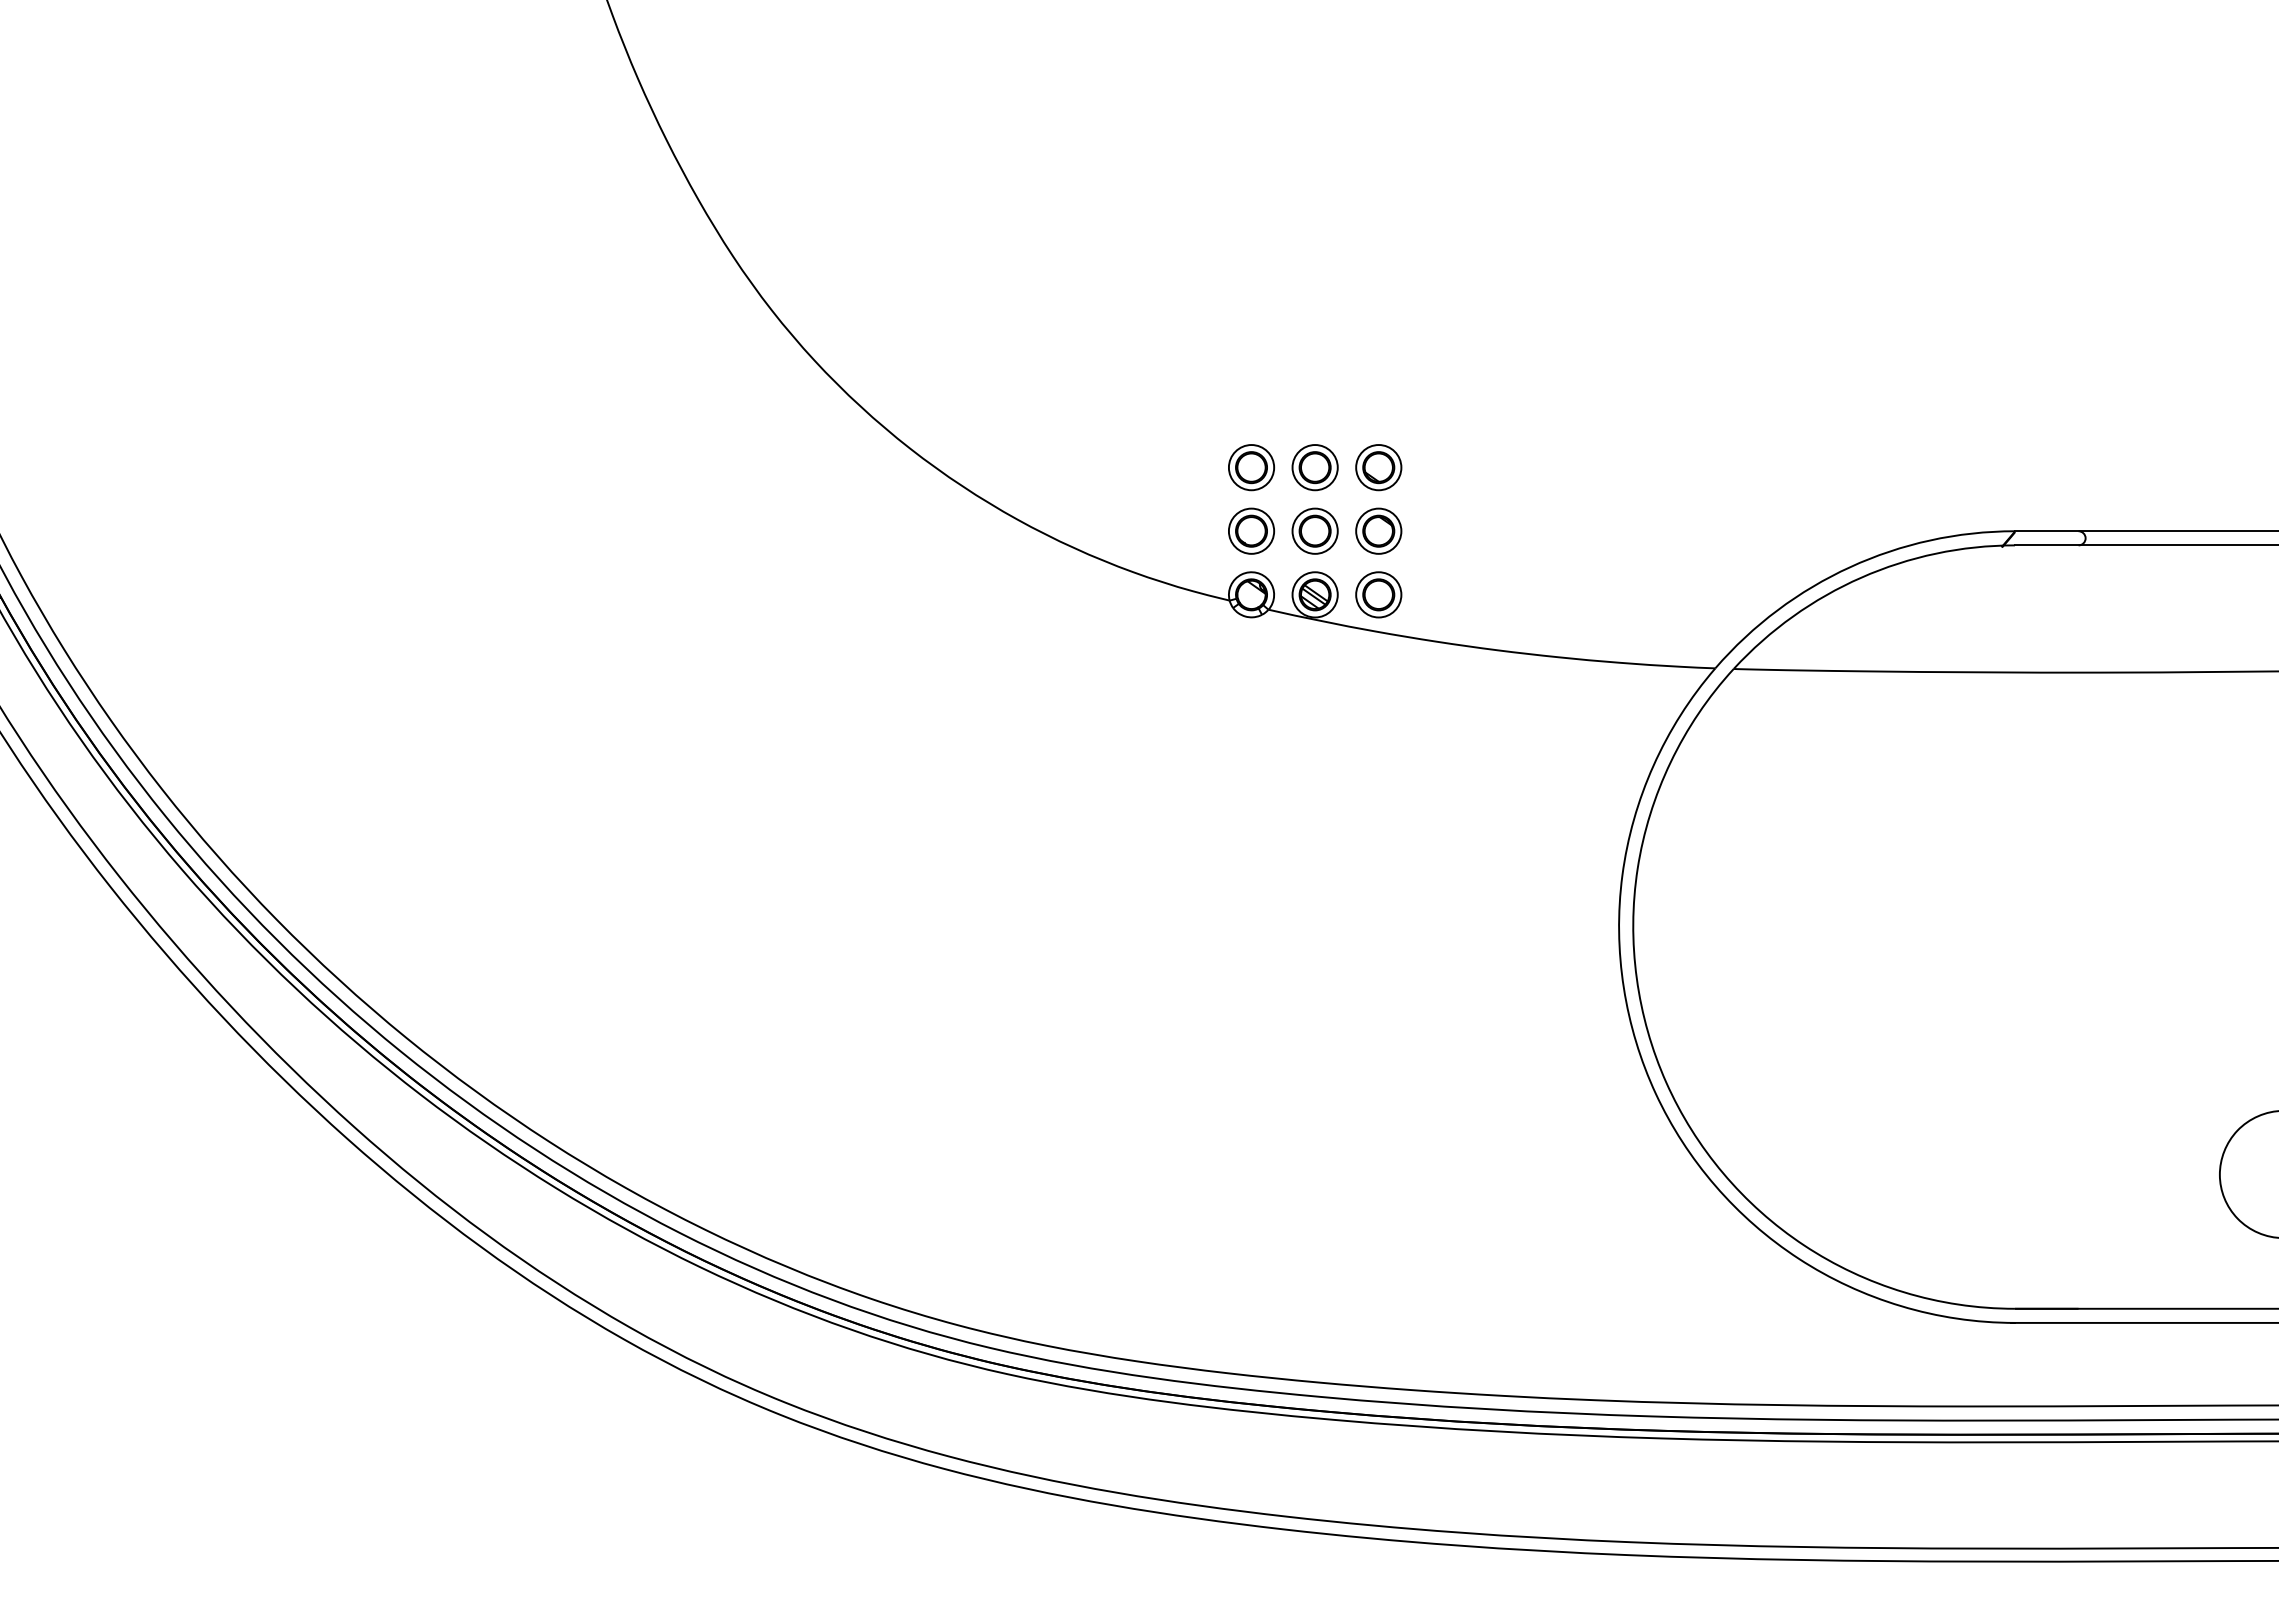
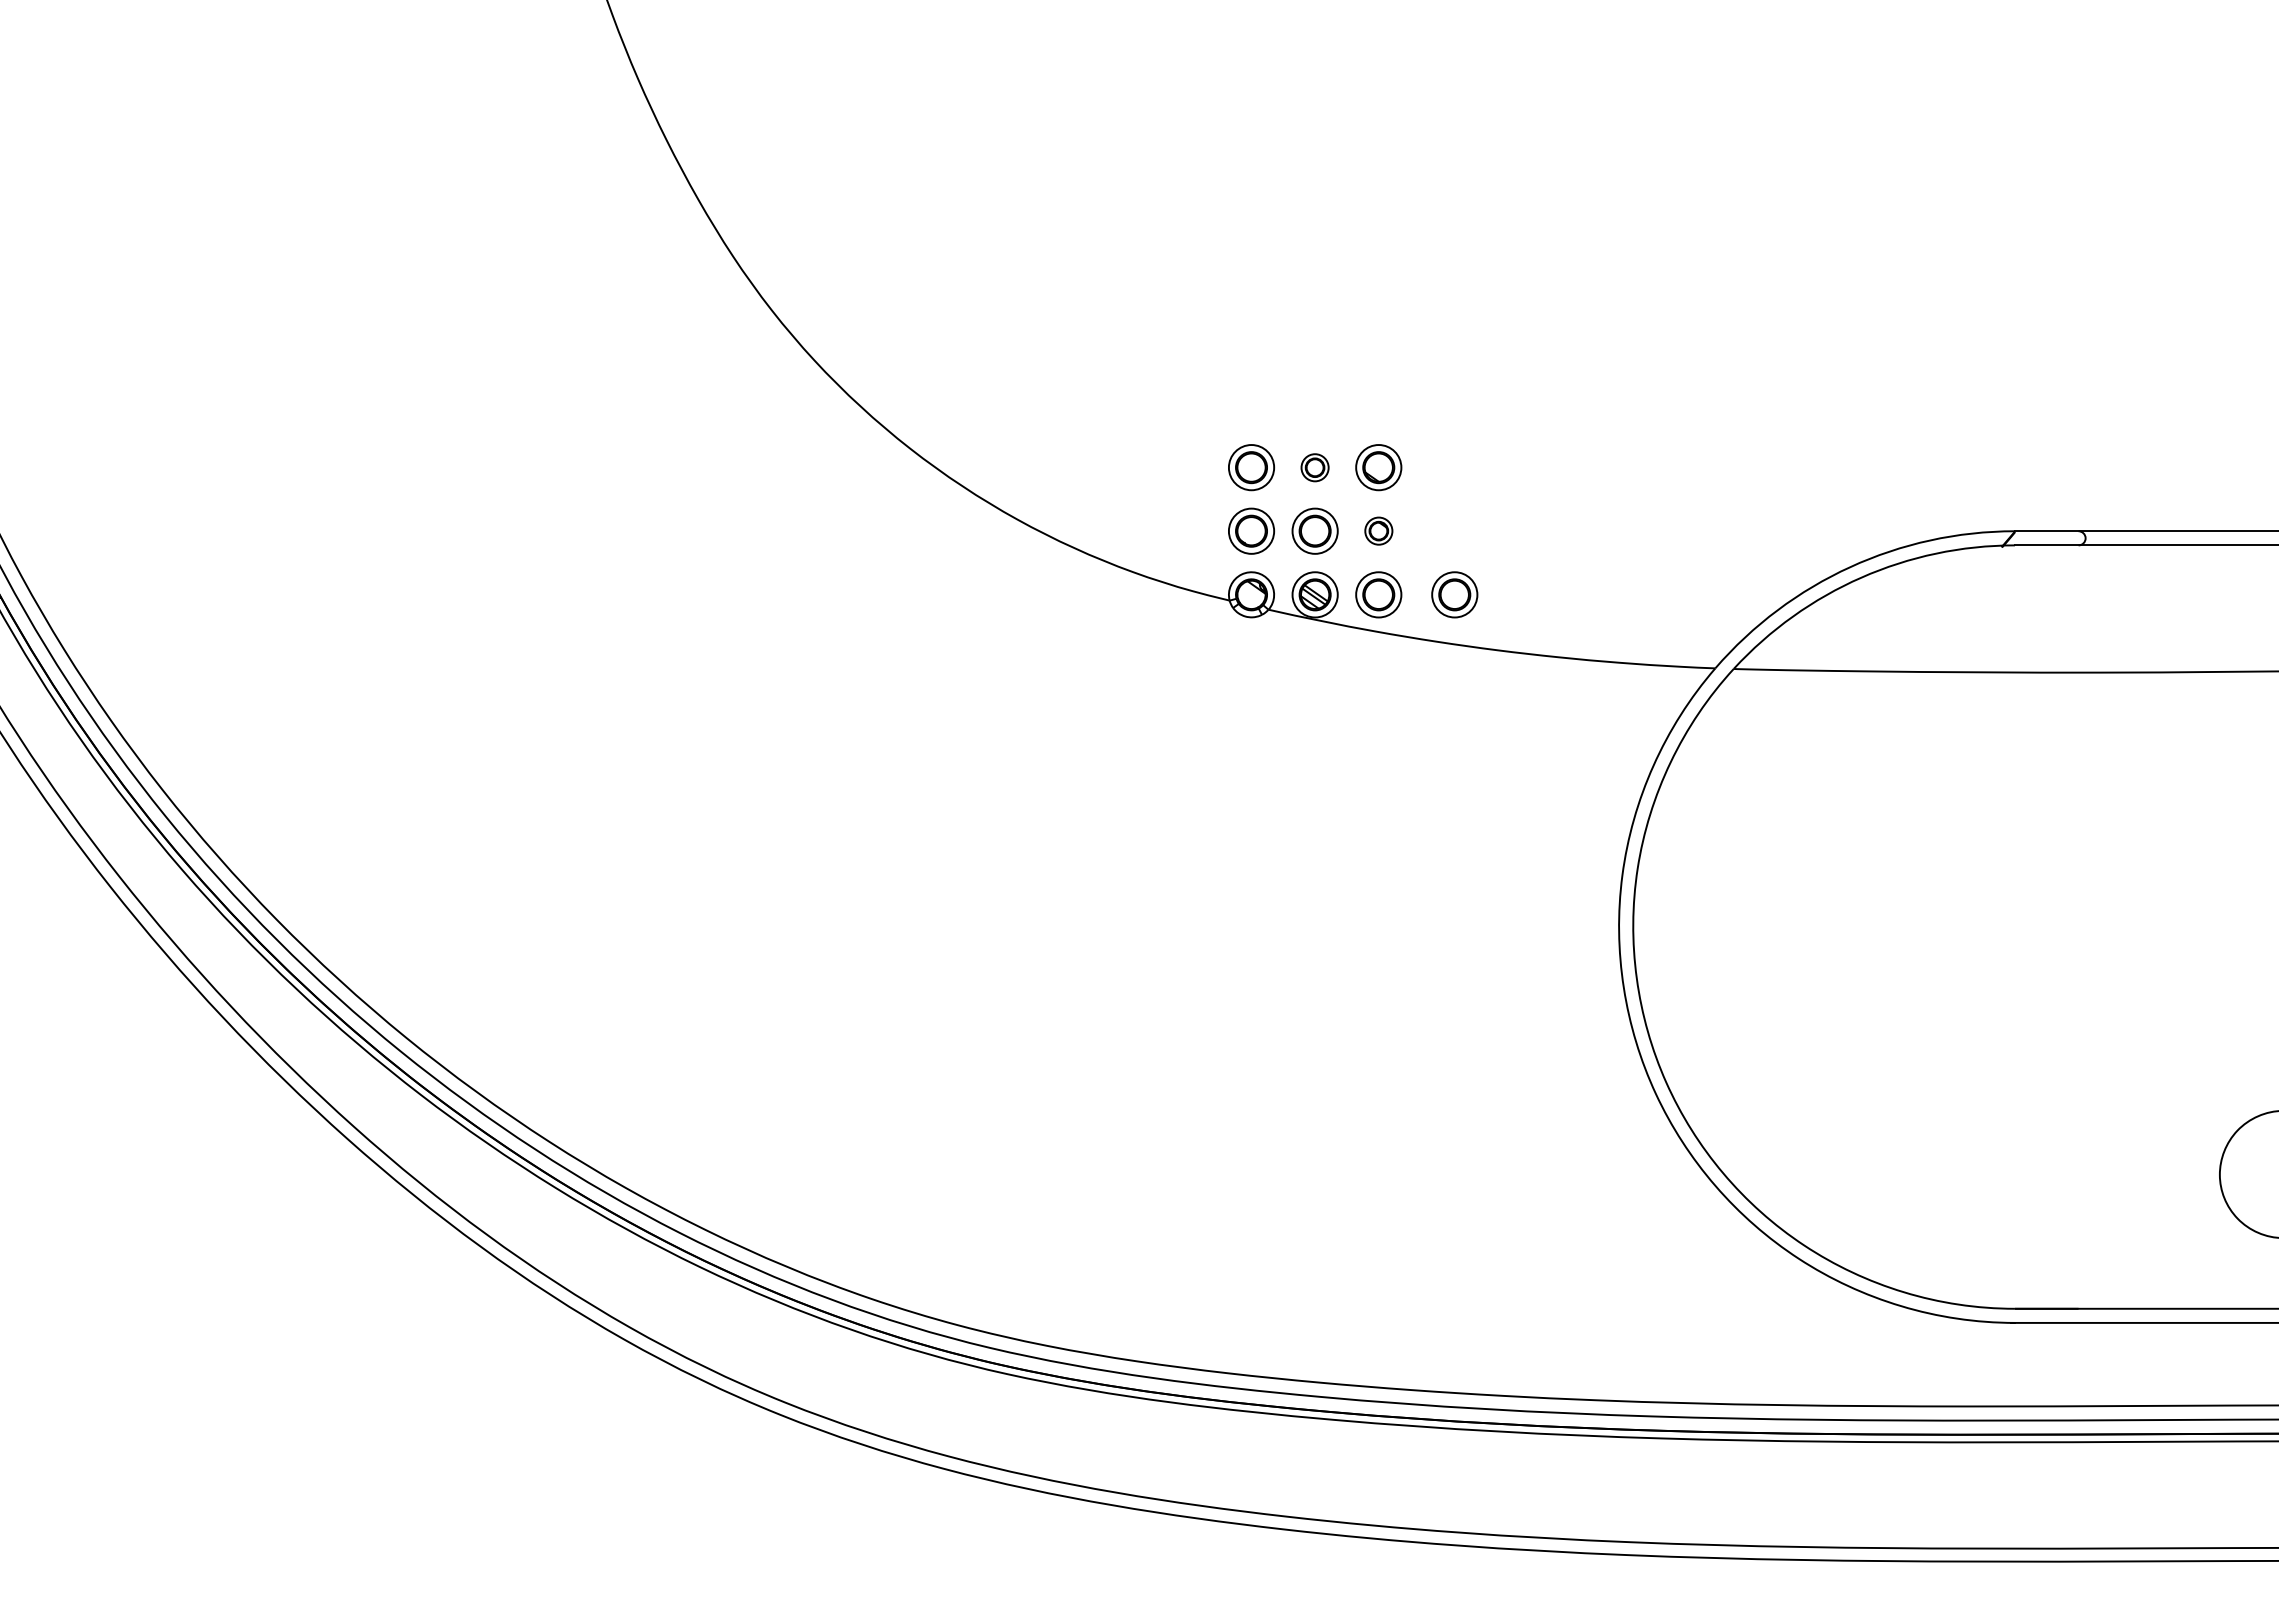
part at (1314, 467) size: 48x48 px -> 30x30 px
part at (1378, 530) size: 48x48 px -> 30x30 px
part at (1454, 594): none -> present
